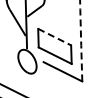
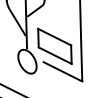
line at (55, 37): dashed -> solid
line at (81, 40): dashed -> solid
